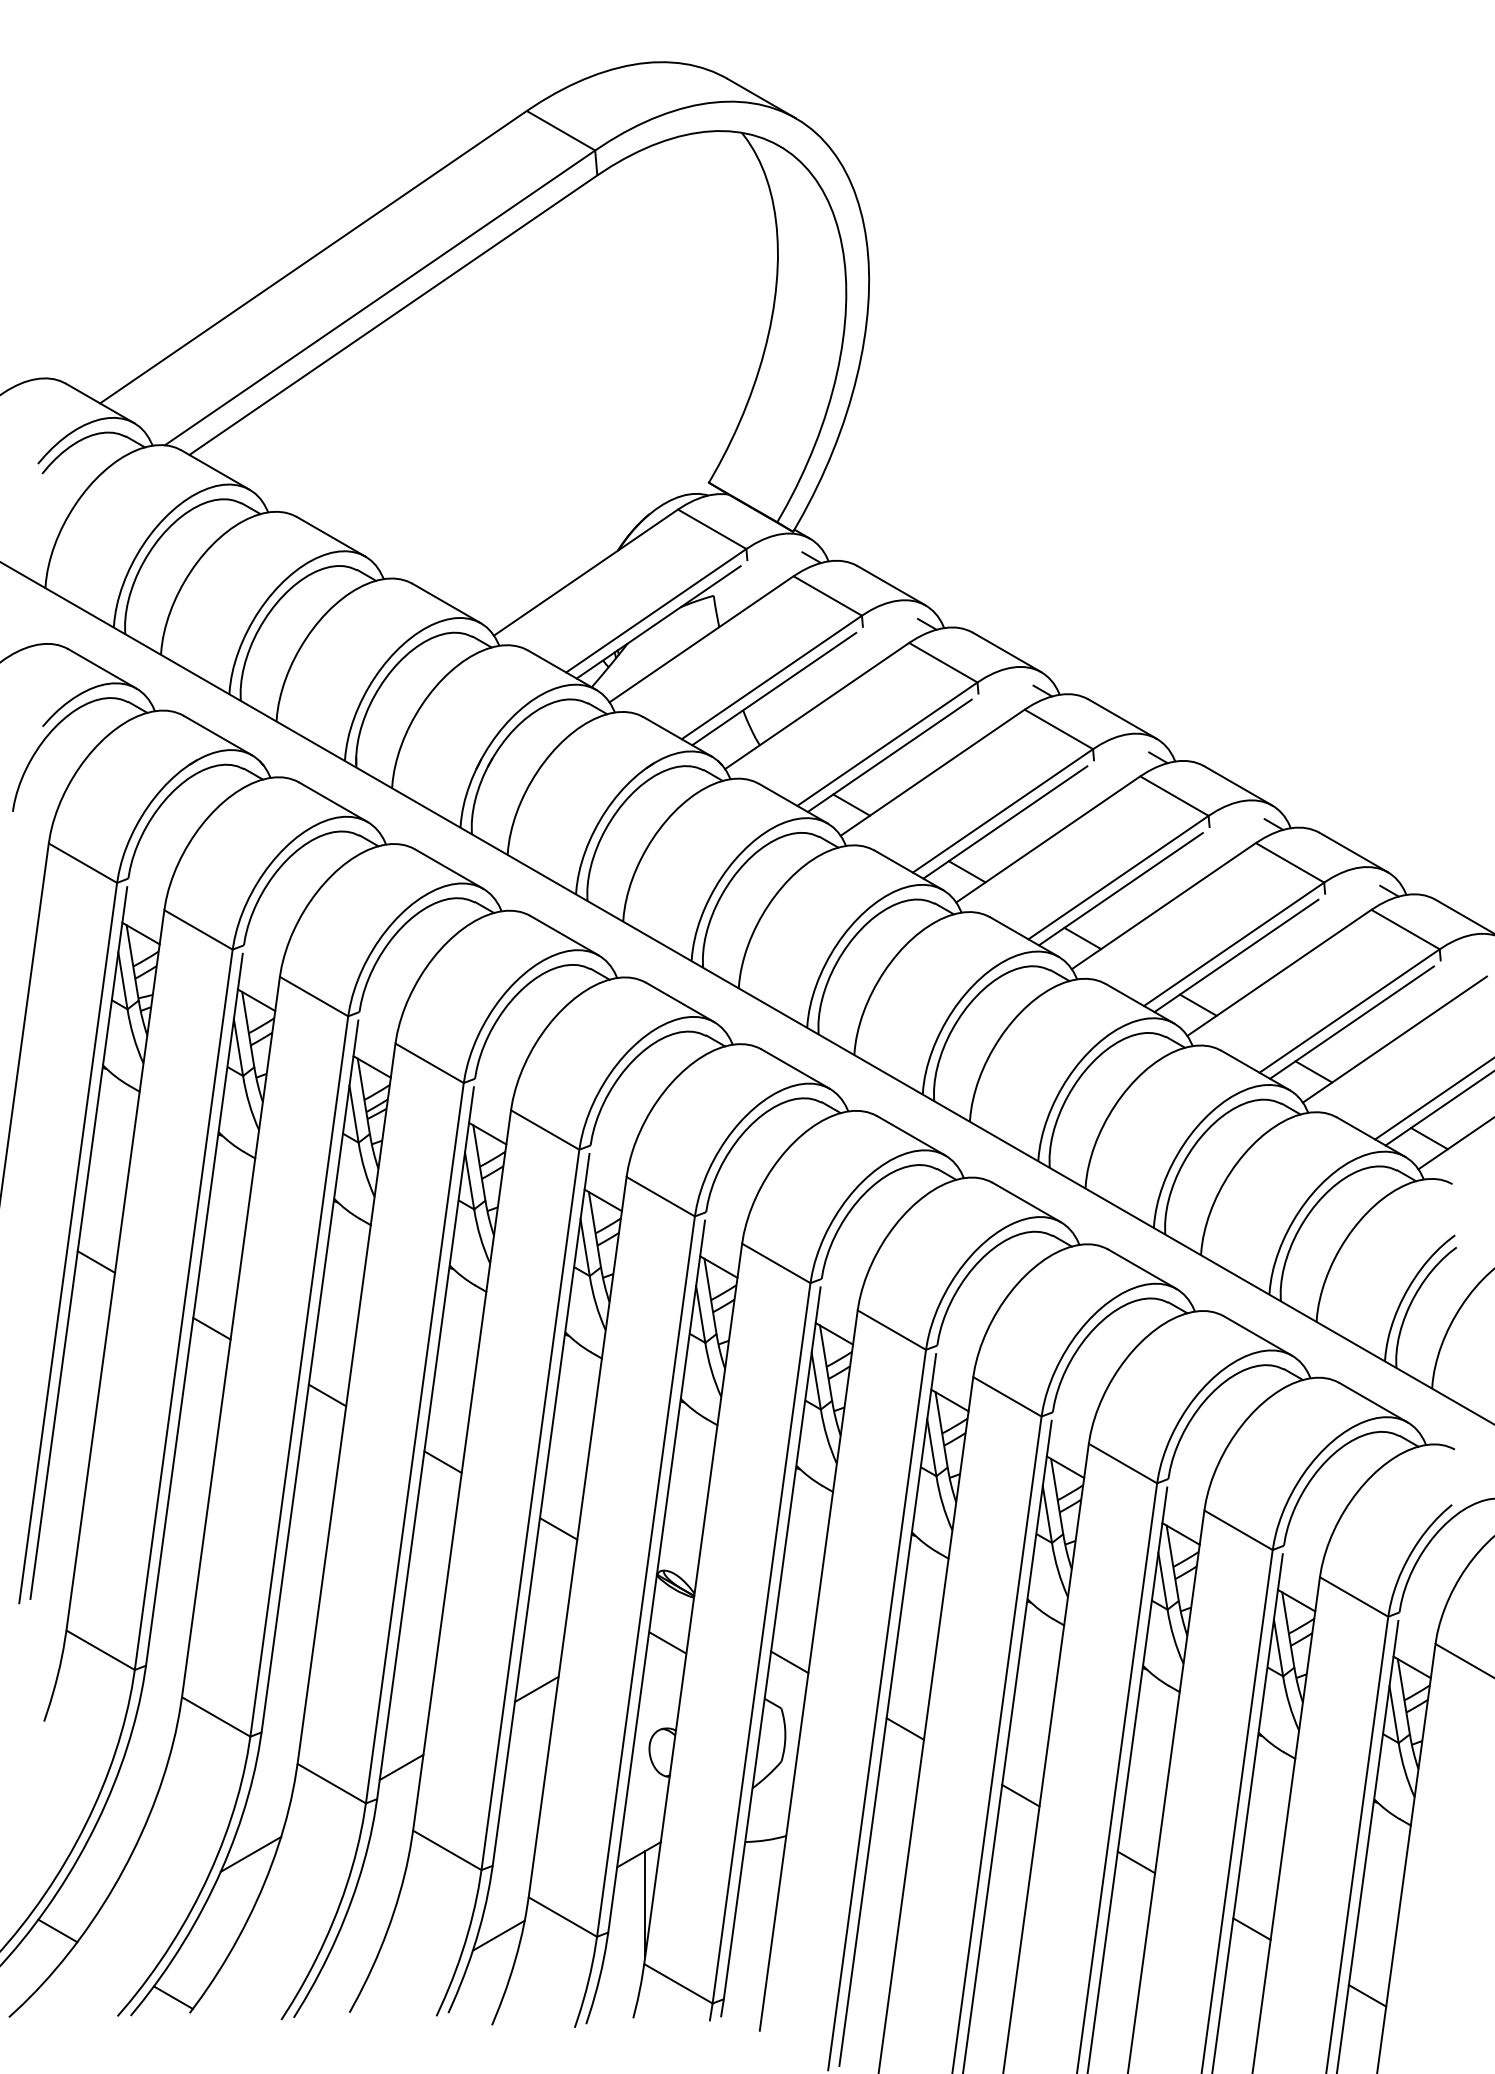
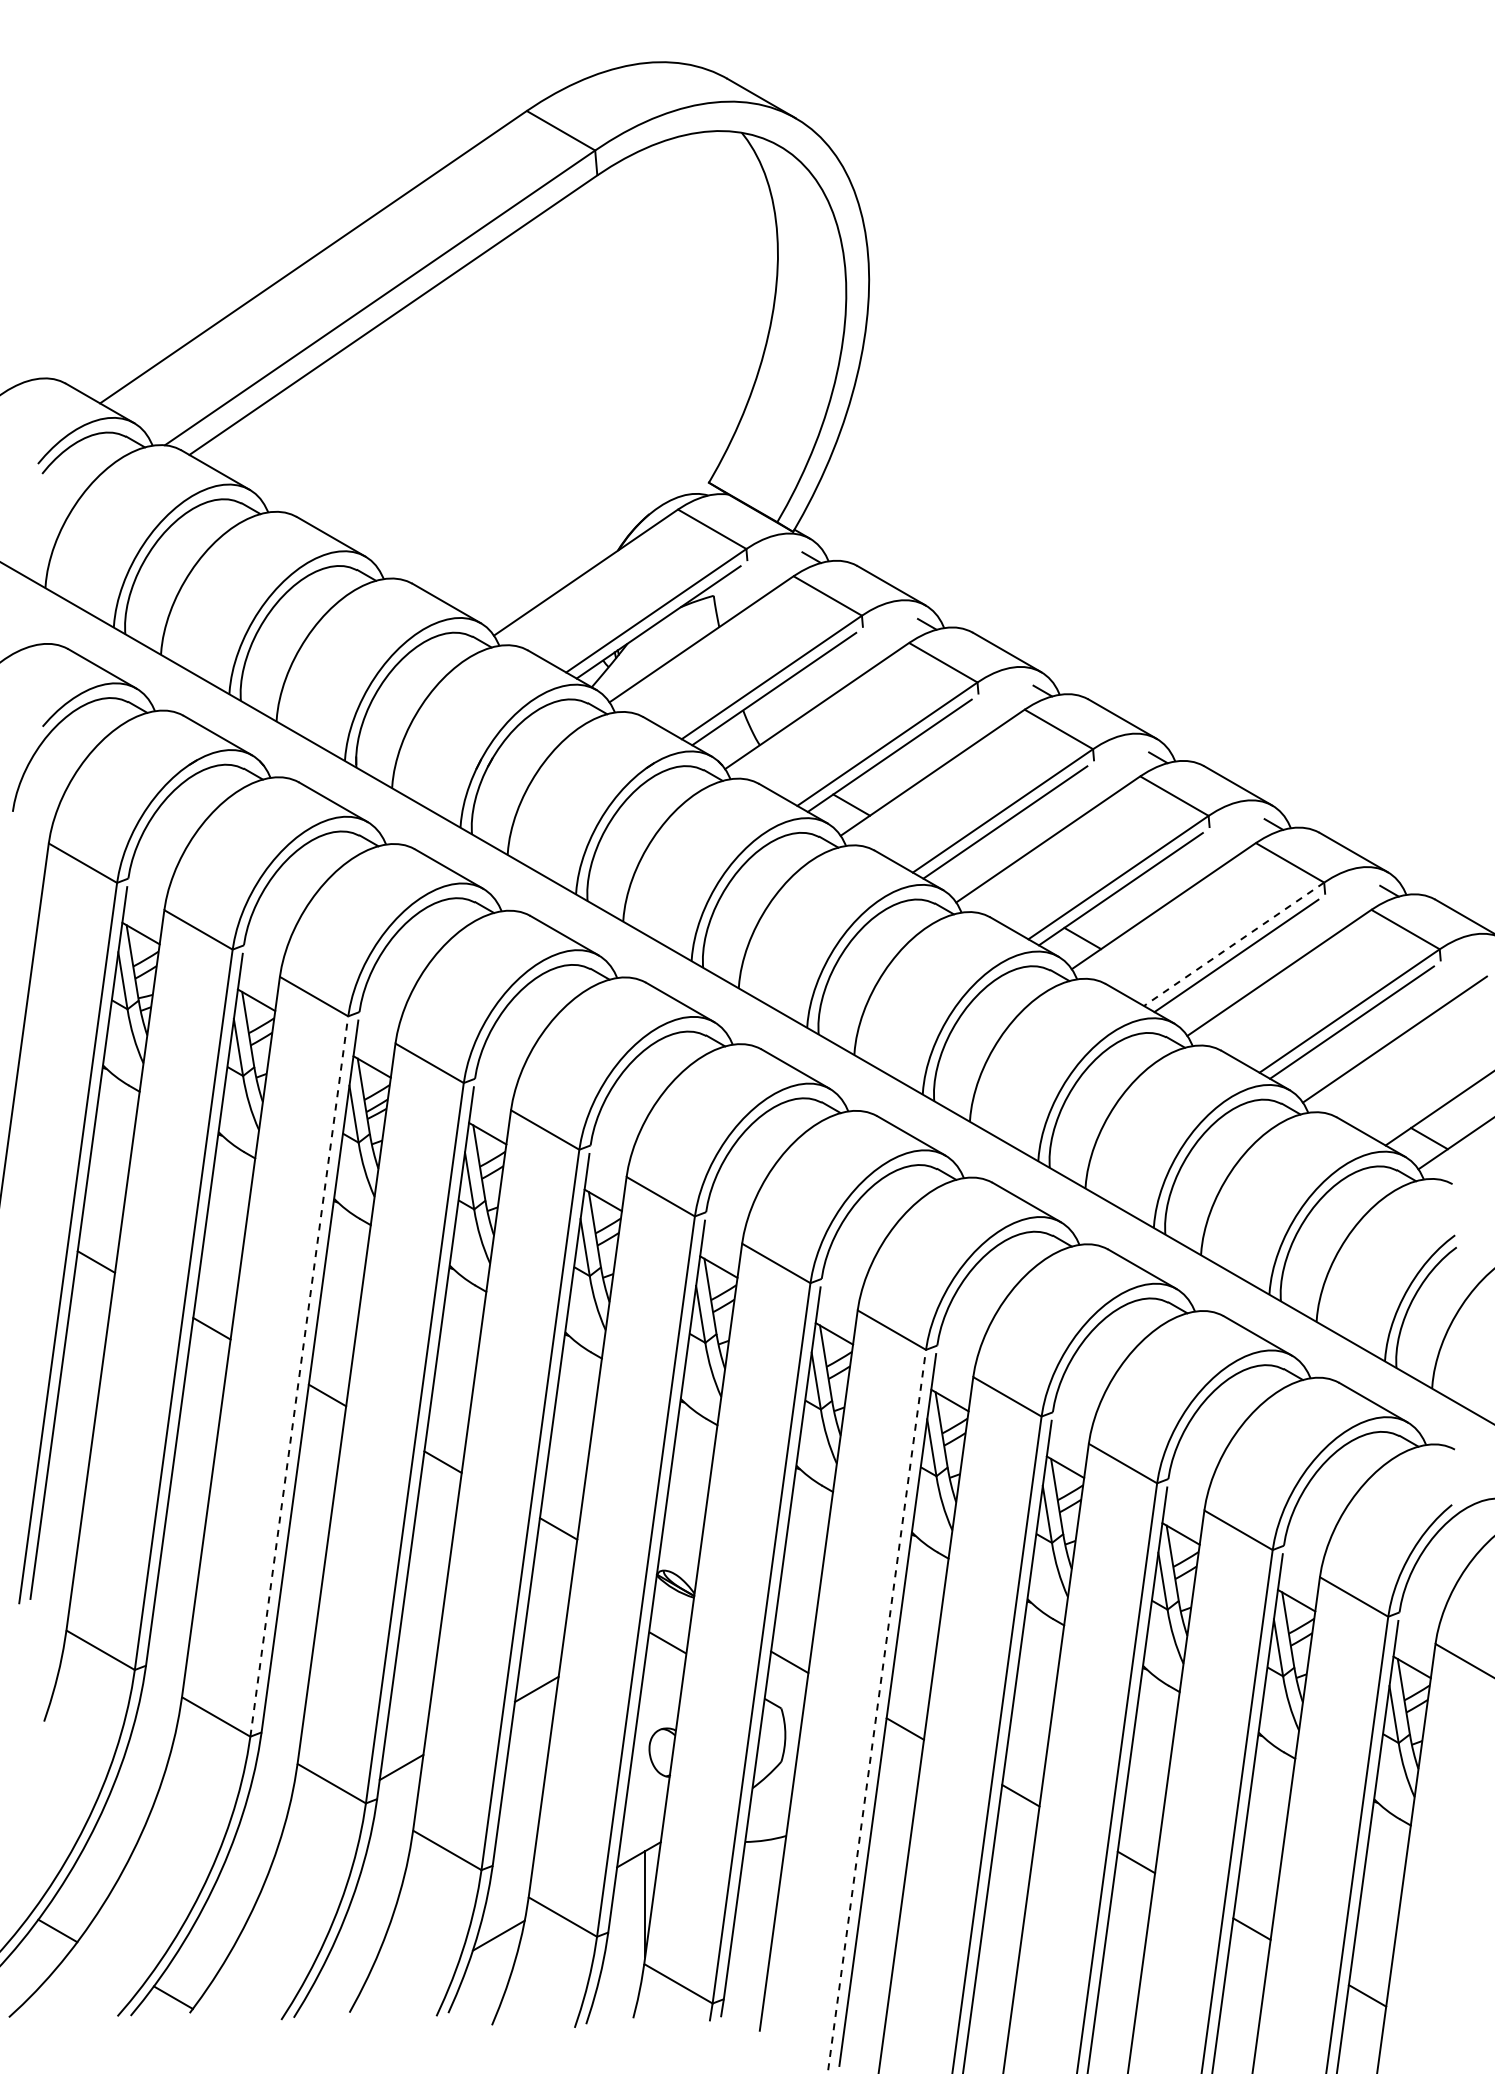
line at (966, 871): present -> none
line at (1233, 944): solid -> dashed
line at (1197, 1004): present -> none
line at (1313, 1071): present -> none
line at (1433, 1099): present -> none
line at (299, 1376): solid -> dashed
line at (877, 1709): solid -> dashed
line at (250, 1853): present -> none
